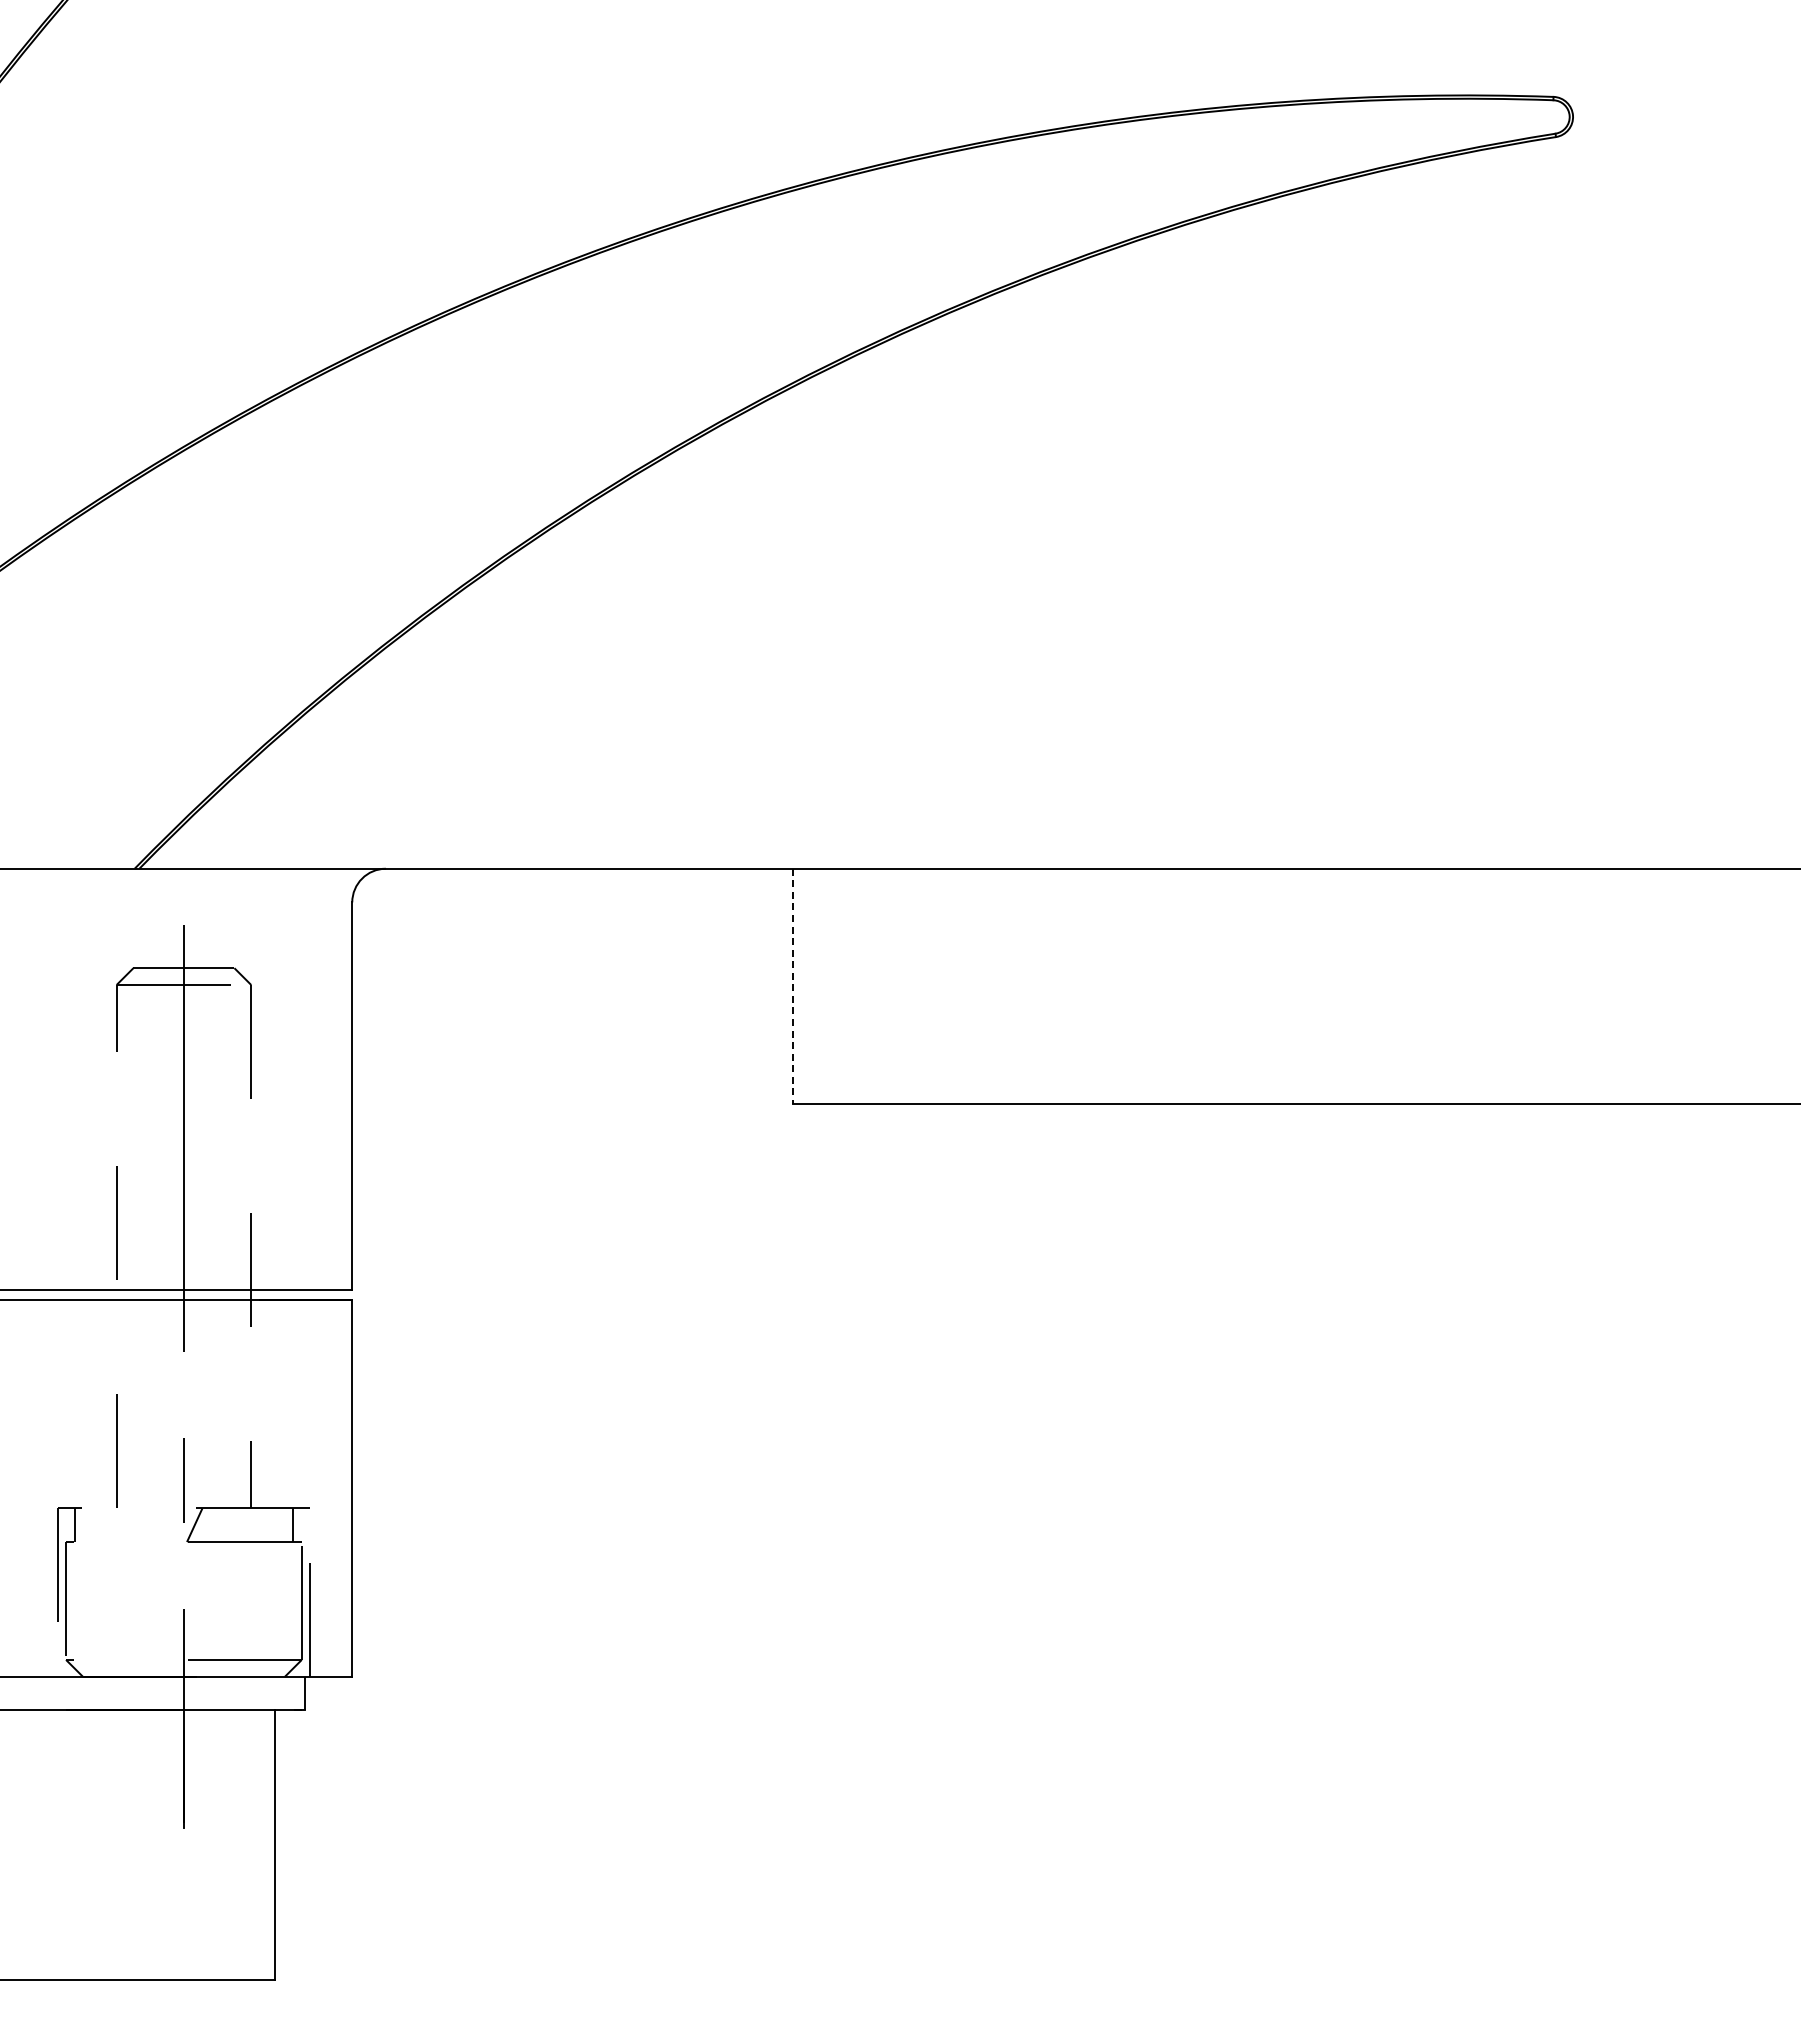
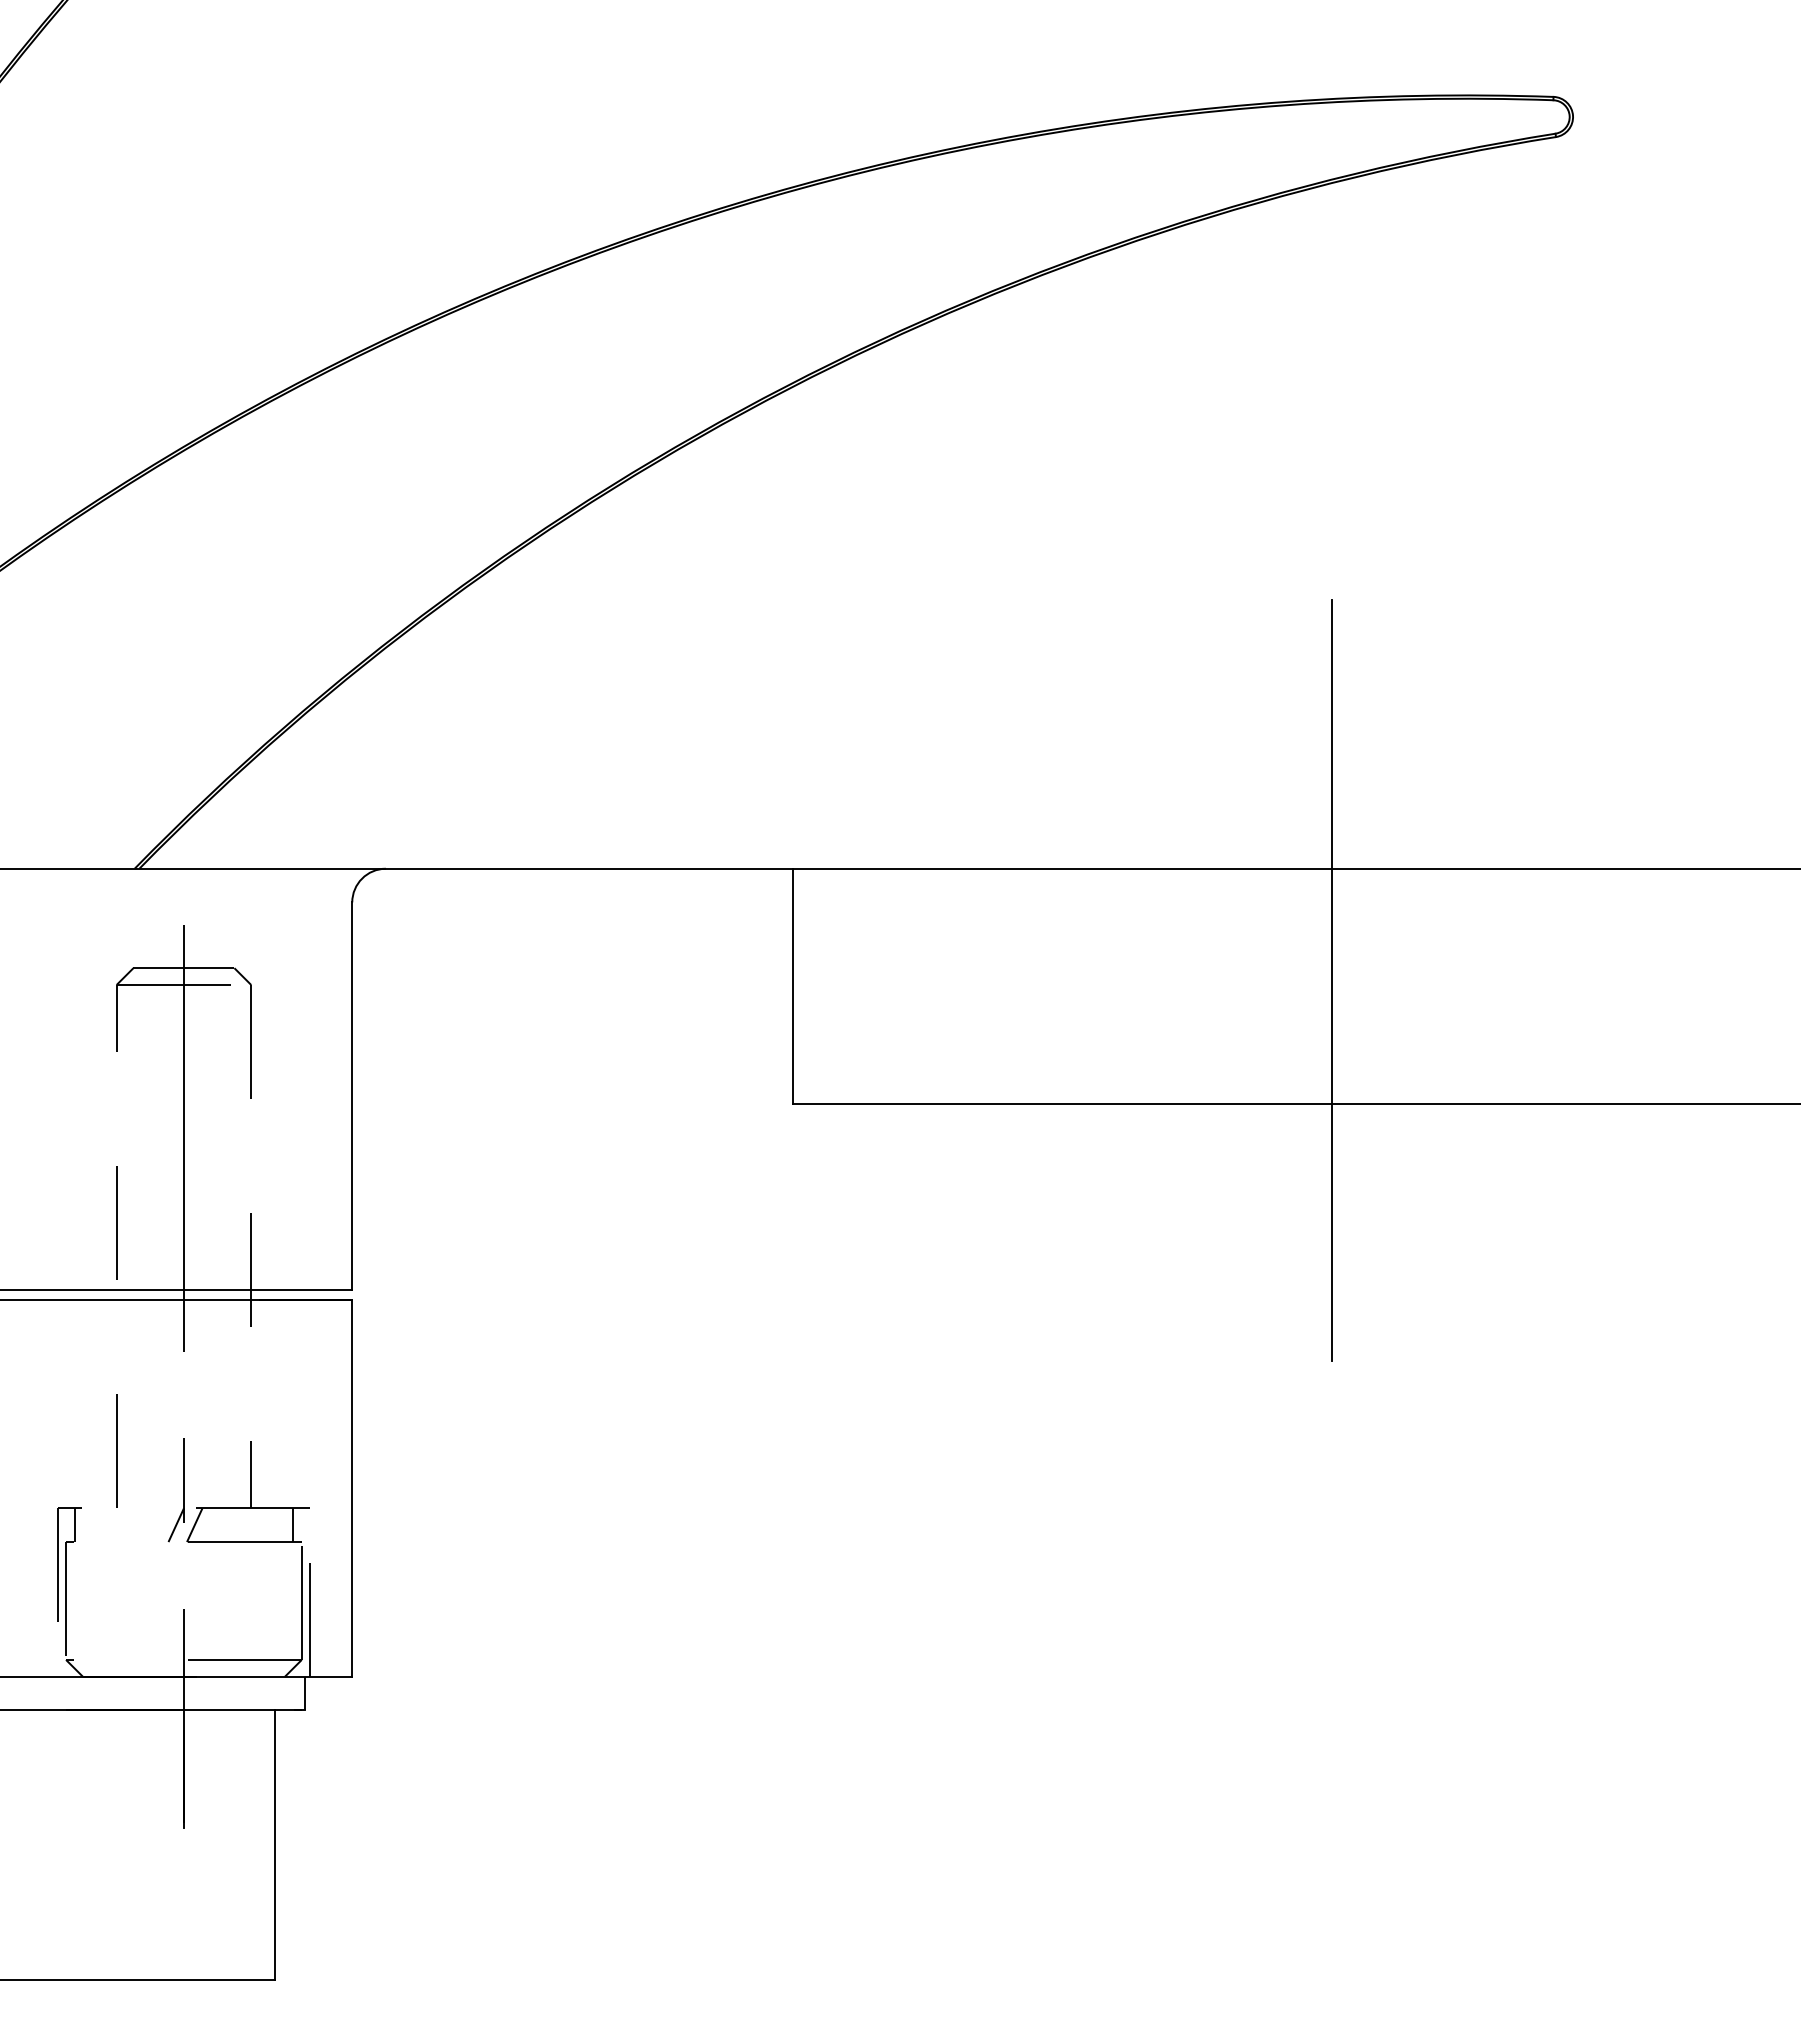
line at (1331, 980): none -> present
line at (793, 986): dashed -> solid
line at (175, 1525): none -> present
